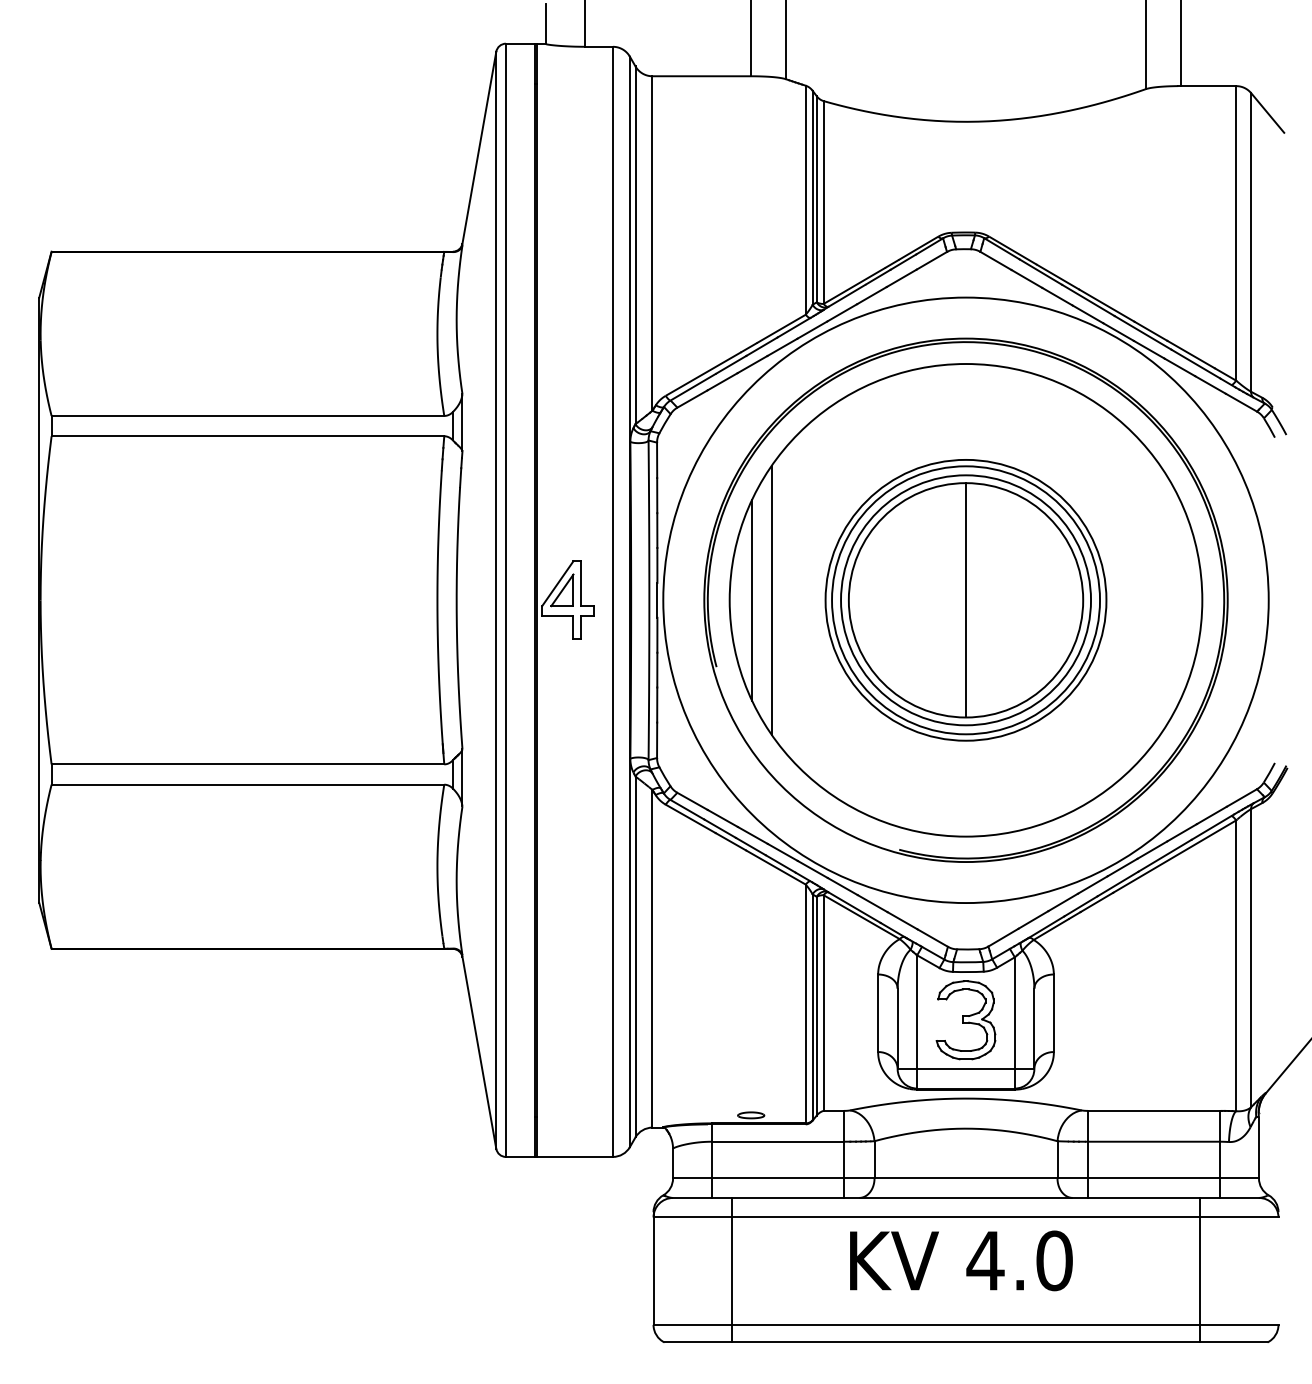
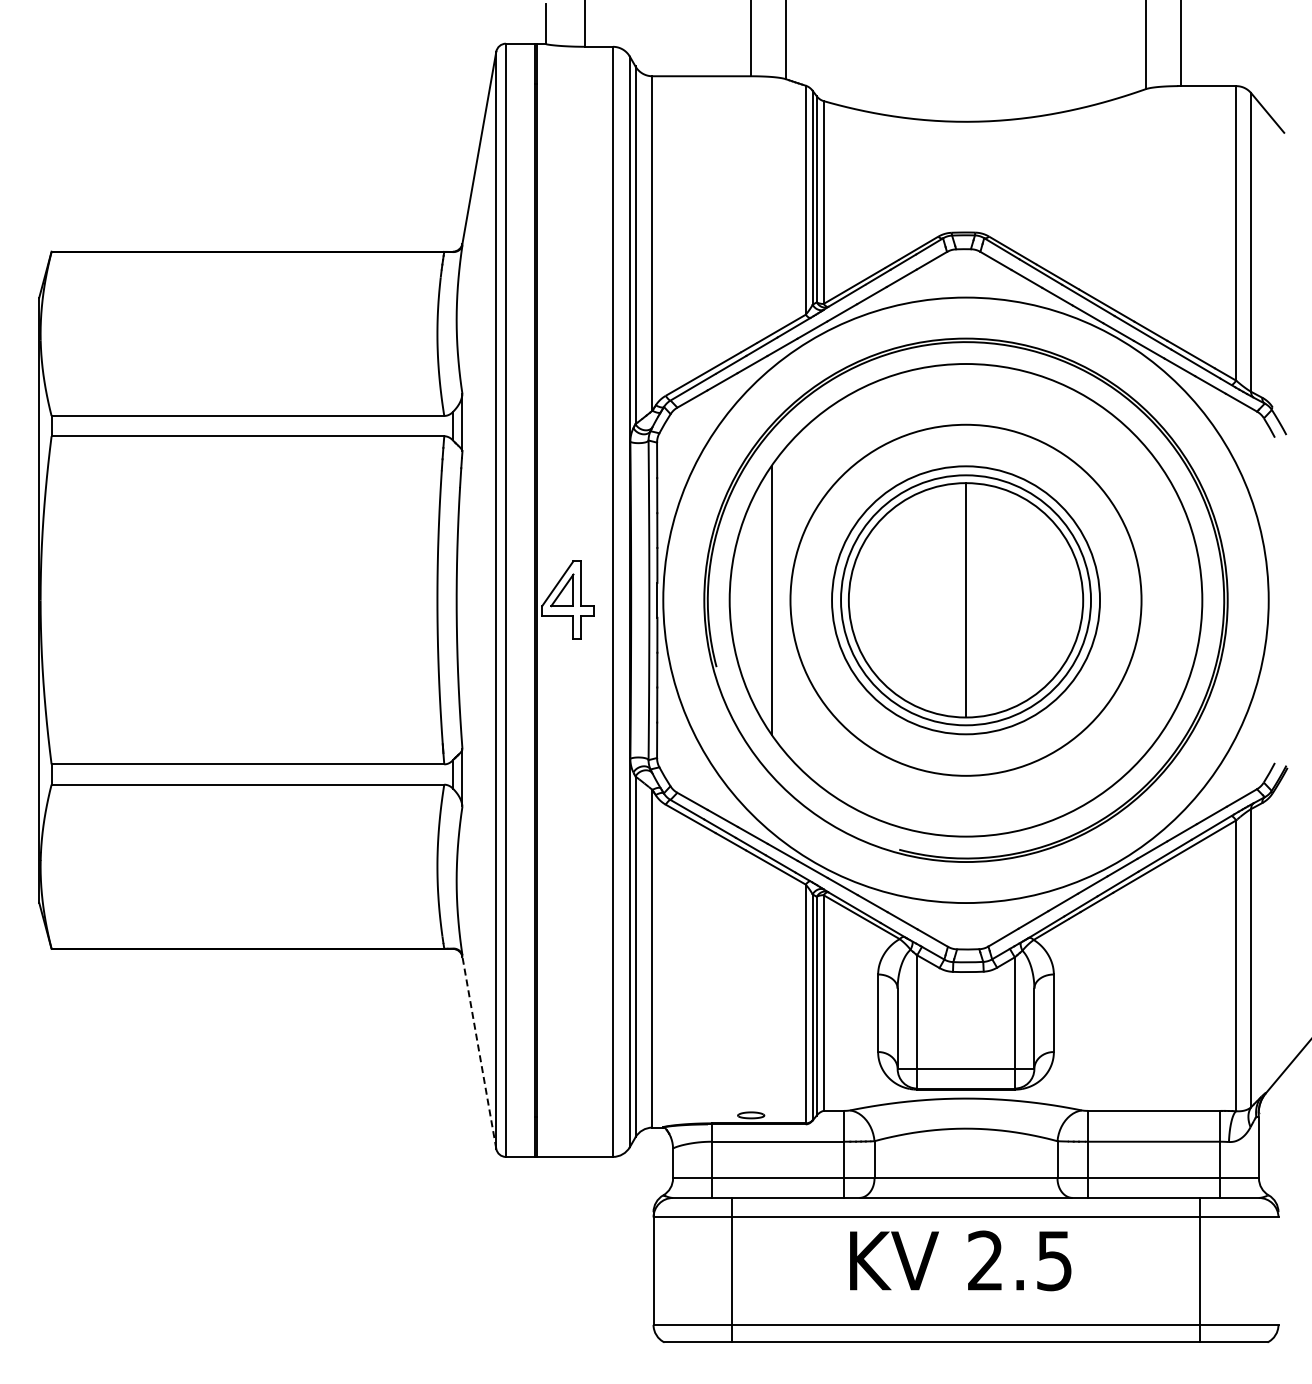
circle at (965, 599) diameter: 281 px -> 351 px
line at (752, 600): present -> none
part at (965, 1020): present -> none
line at (479, 1052): solid -> dashed
text at (1019, 1260): 4.0 -> 2.5
